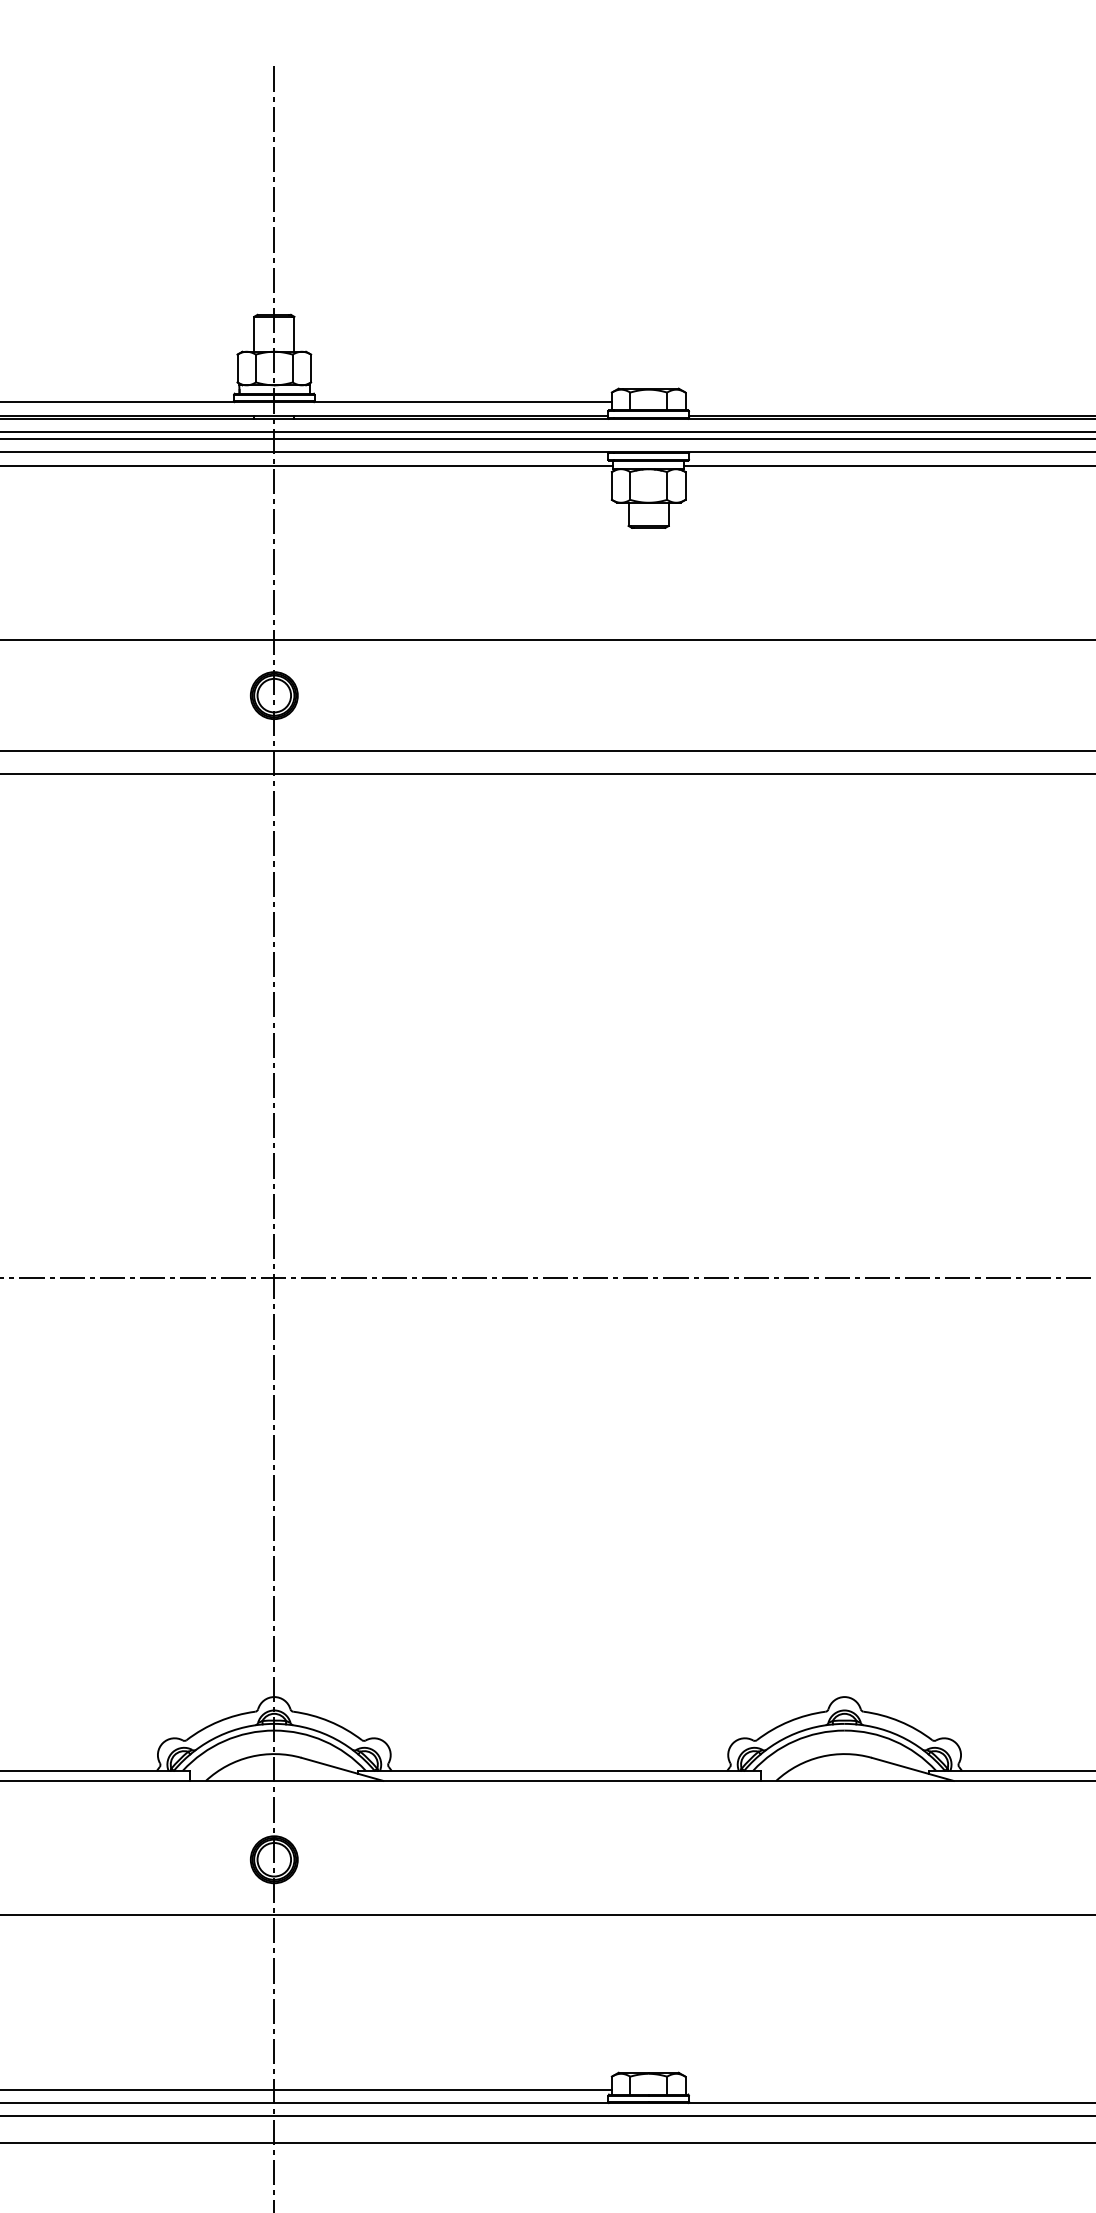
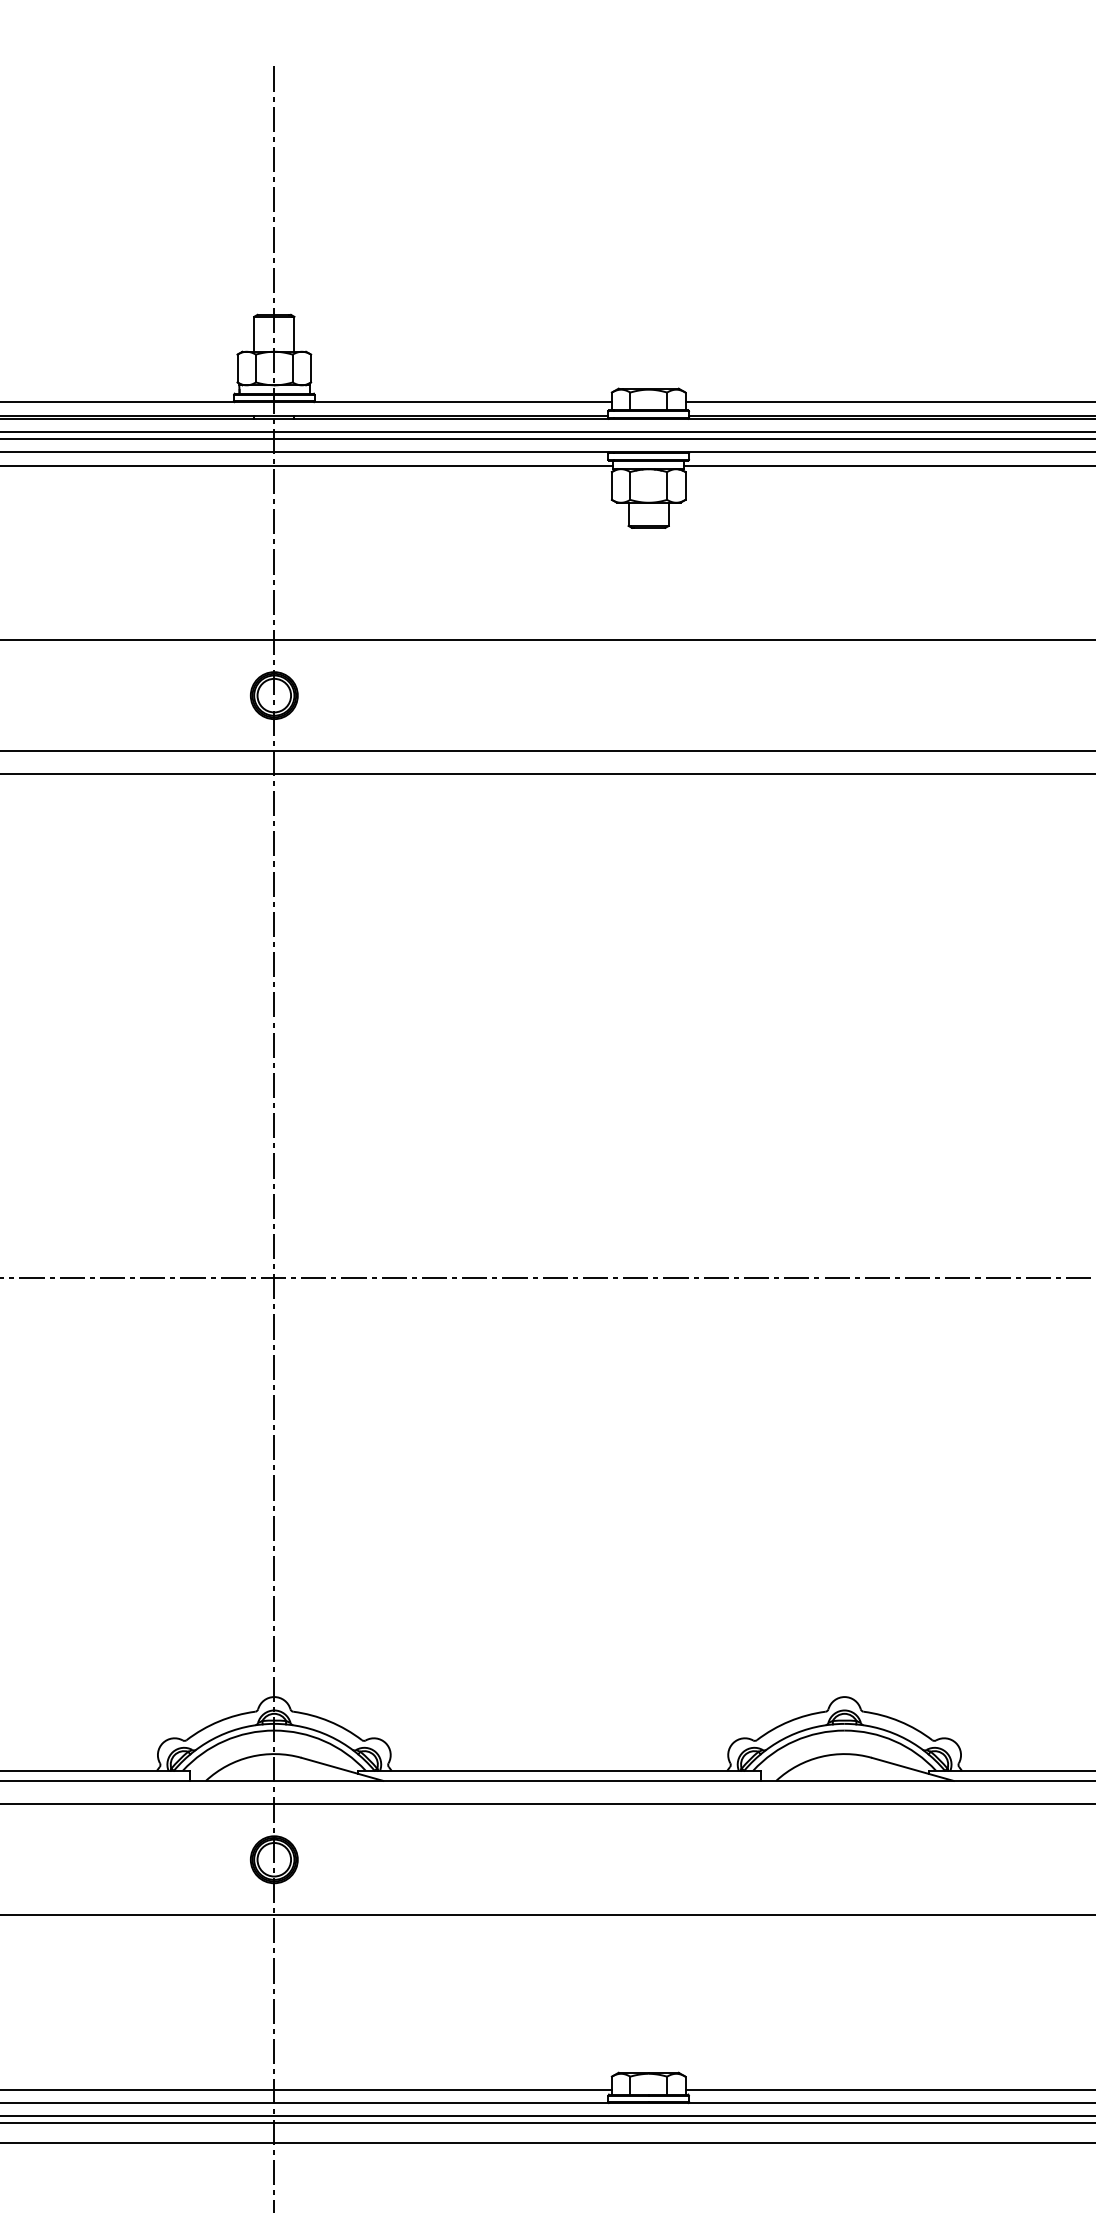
line at (888, 402): none -> present
line at (547, 1804): none -> present
line at (888, 2089): none -> present
line at (547, 2123): none -> present
